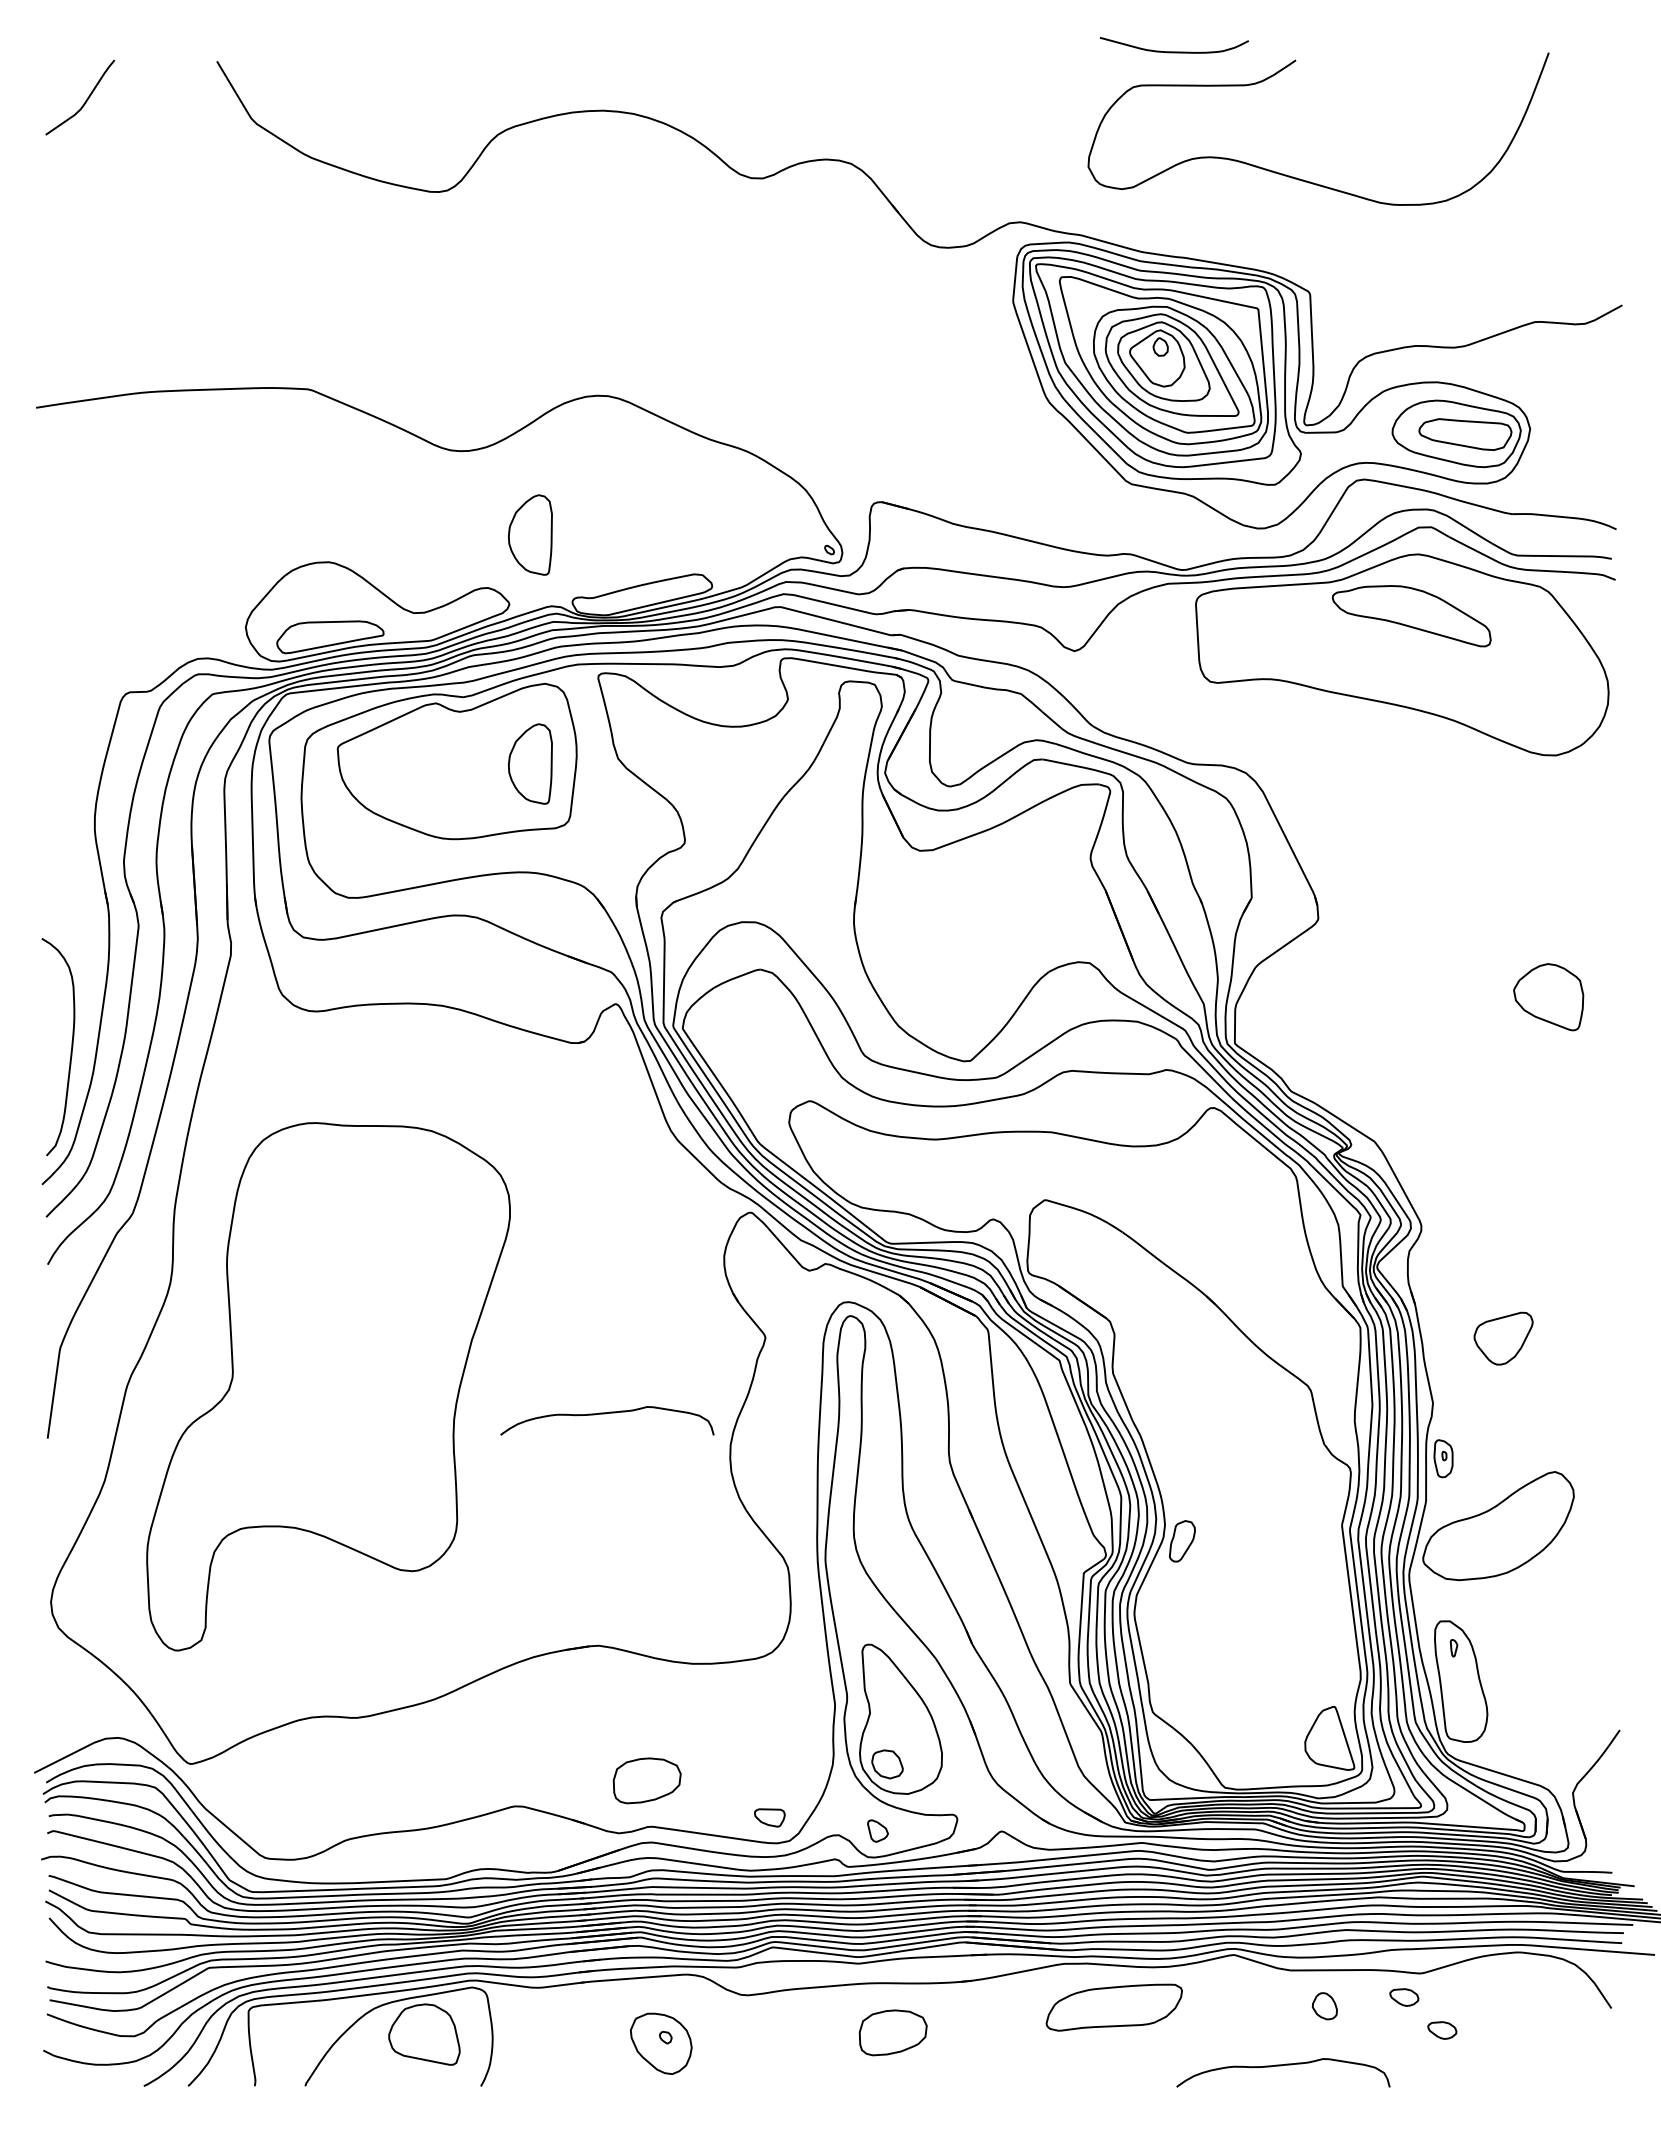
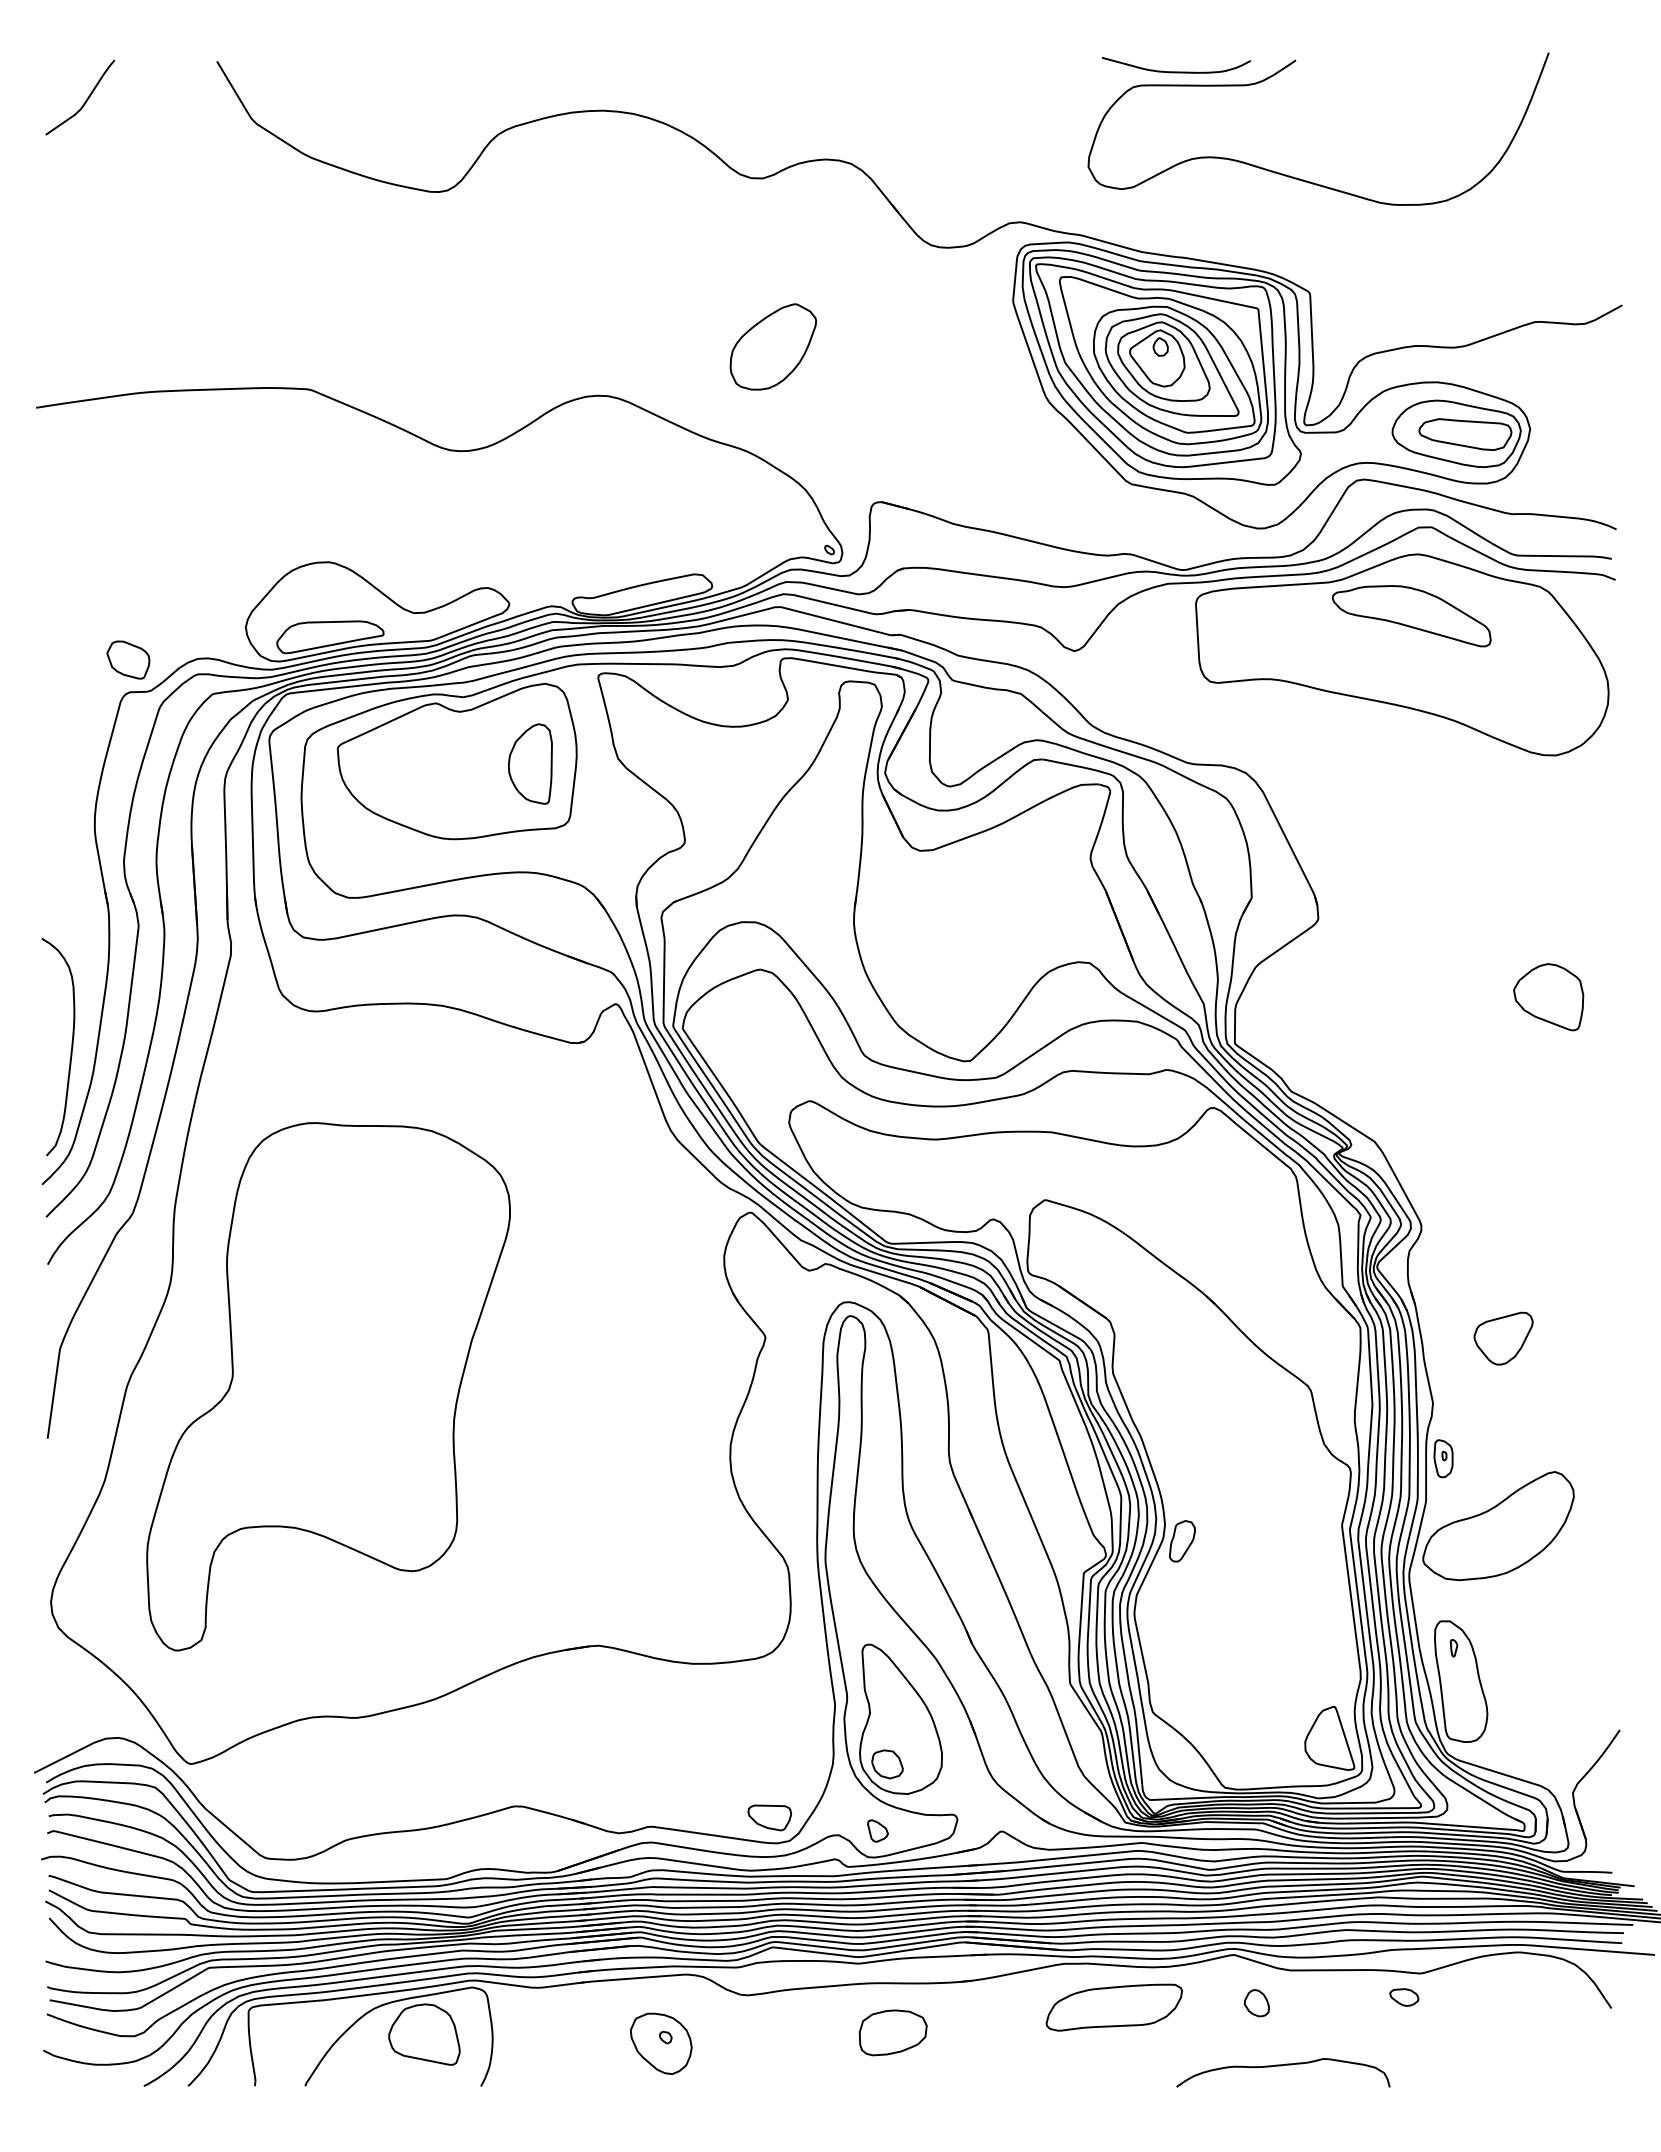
curve at (1173, 51) position: (1173, 51) -> (1175, 71)
part at (772, 346): none -> present
part at (530, 534): present -> none
part at (128, 659): none -> present
curve at (605, 1414): present -> none
part at (646, 1780): present -> none
part at (769, 1817) size: 32x20 px -> 46x28 px
part at (1324, 2006) position: (1324, 2006) -> (1256, 2003)
part at (1442, 2030): present -> none
